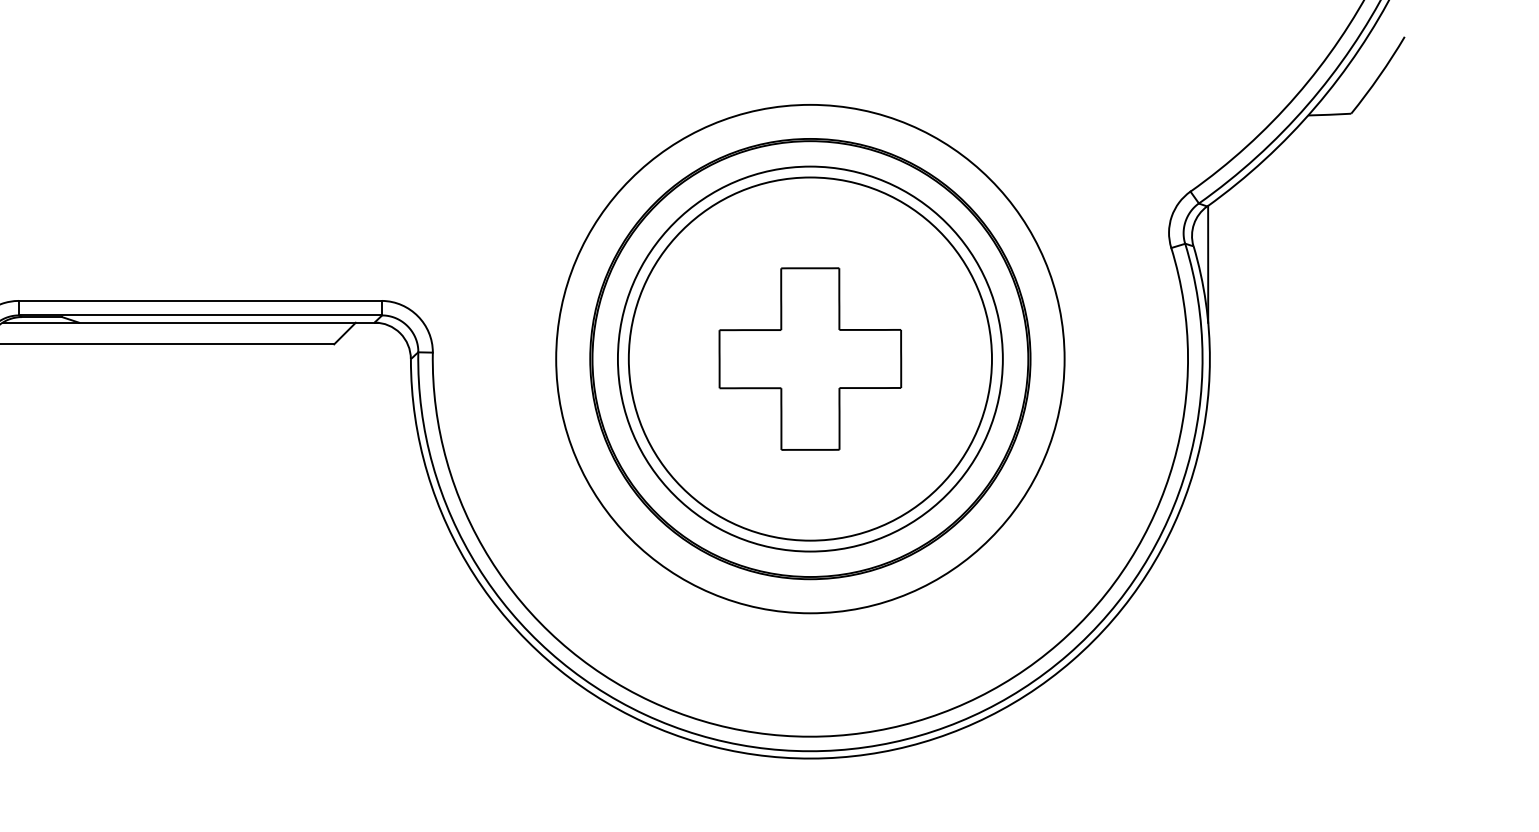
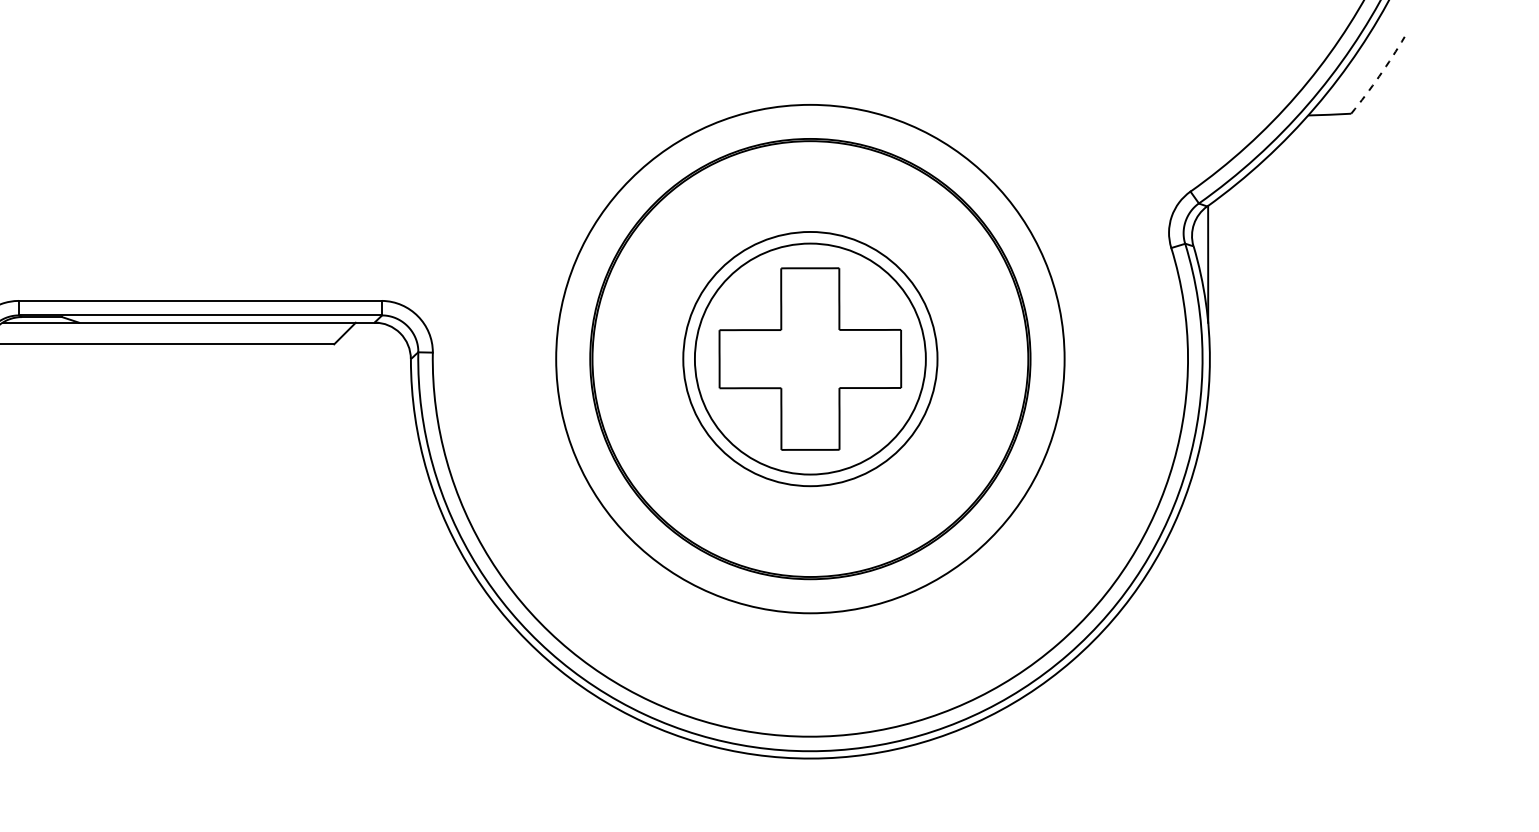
arc at (1379, 76): solid -> dashed
circle at (809, 358) diameter: 363 px -> 254 px
circle at (809, 358) diameter: 385 px -> 231 px
